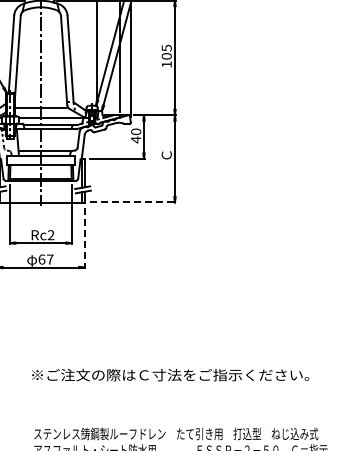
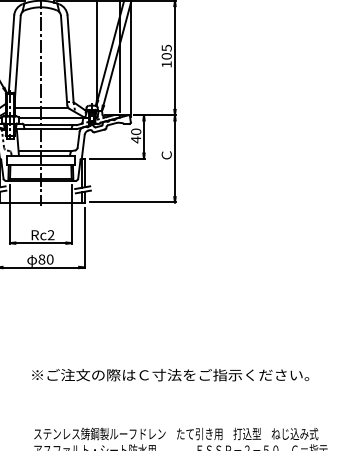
line at (132, 202): dashed -> solid
line at (84, 238): dashed -> solid
text at (45, 259): 67 -> 80
